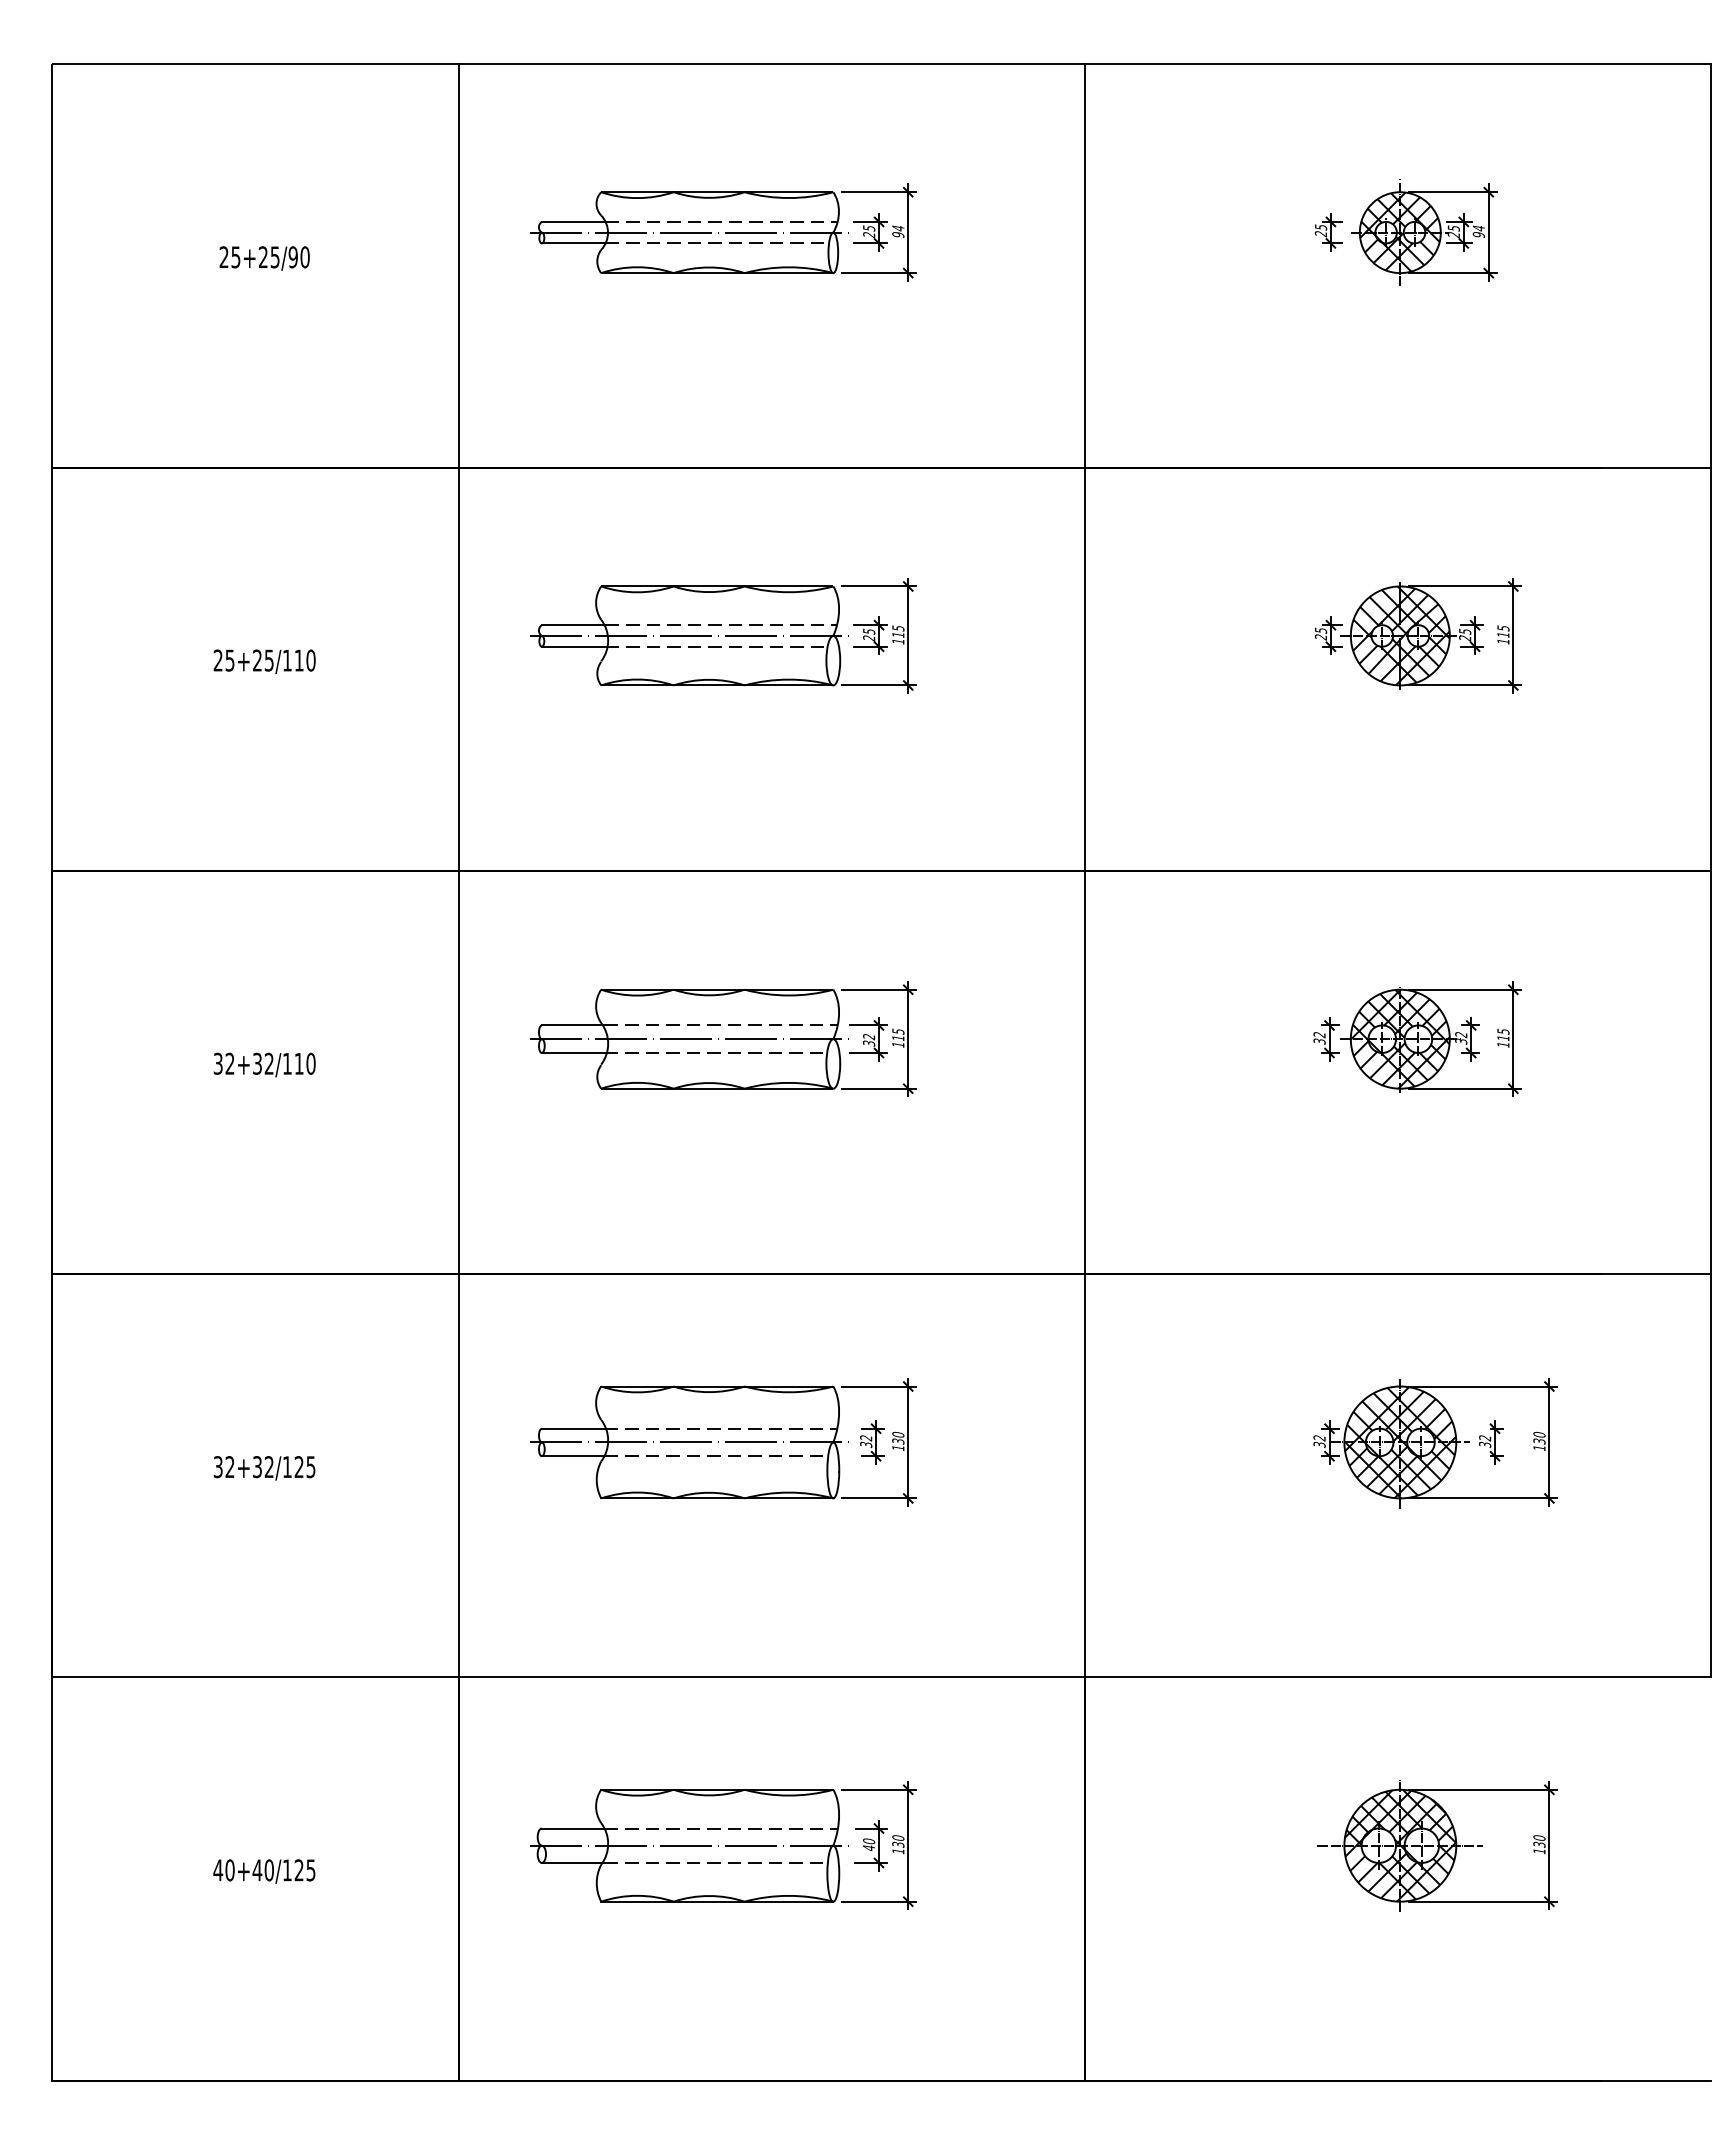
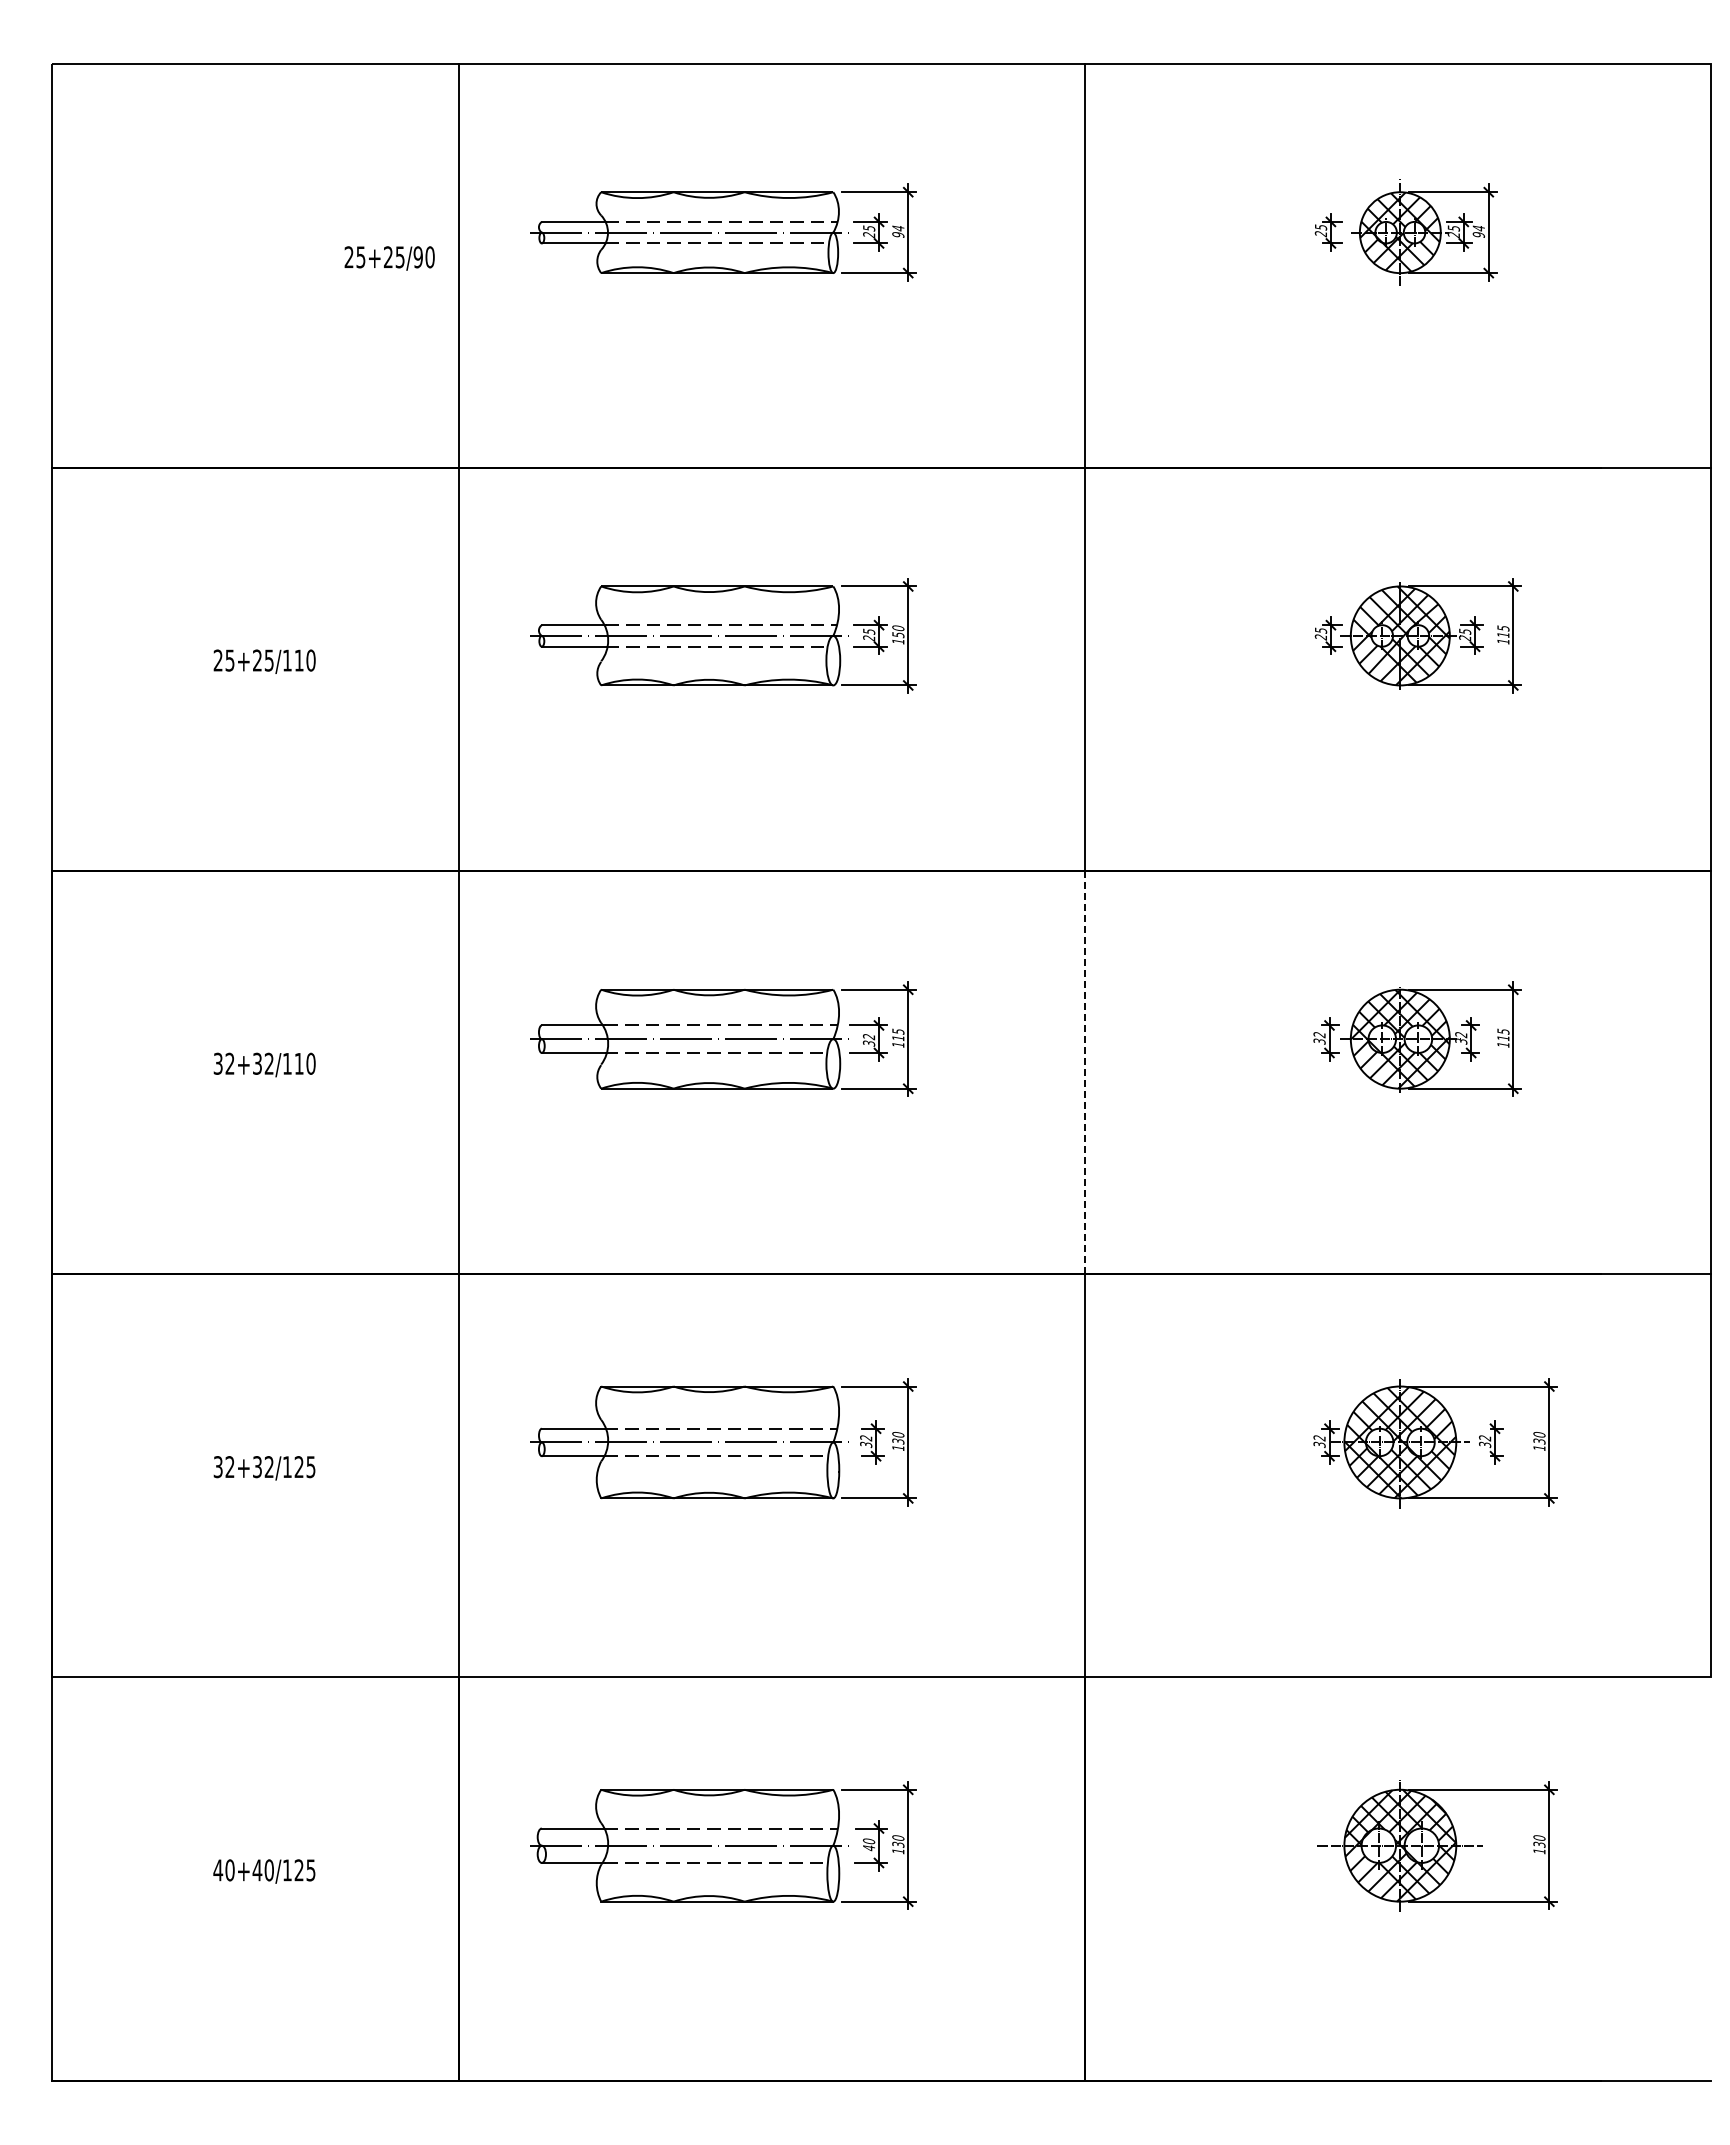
text at (264, 258) position: (264, 258) -> (389, 258)
text at (898, 631): 115 -> 150
line at (1084, 1072): solid -> dashed
